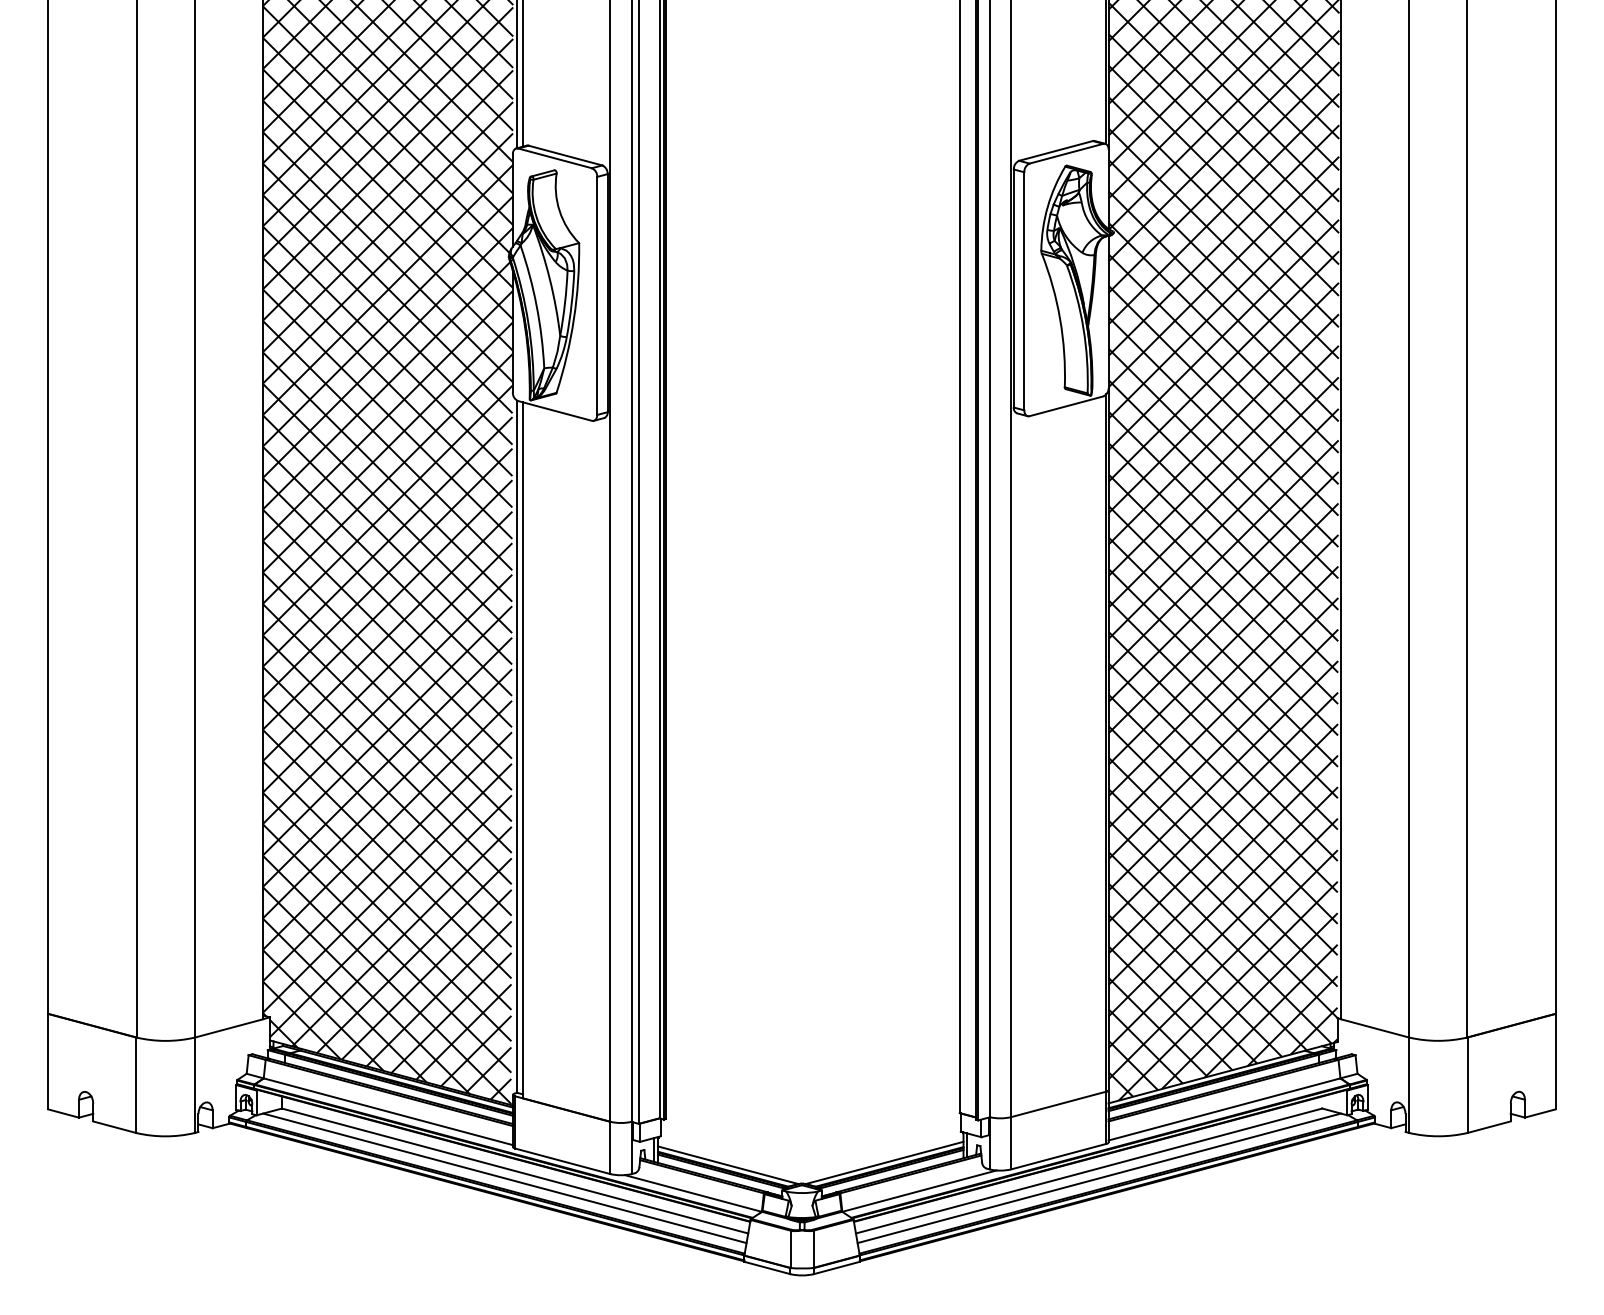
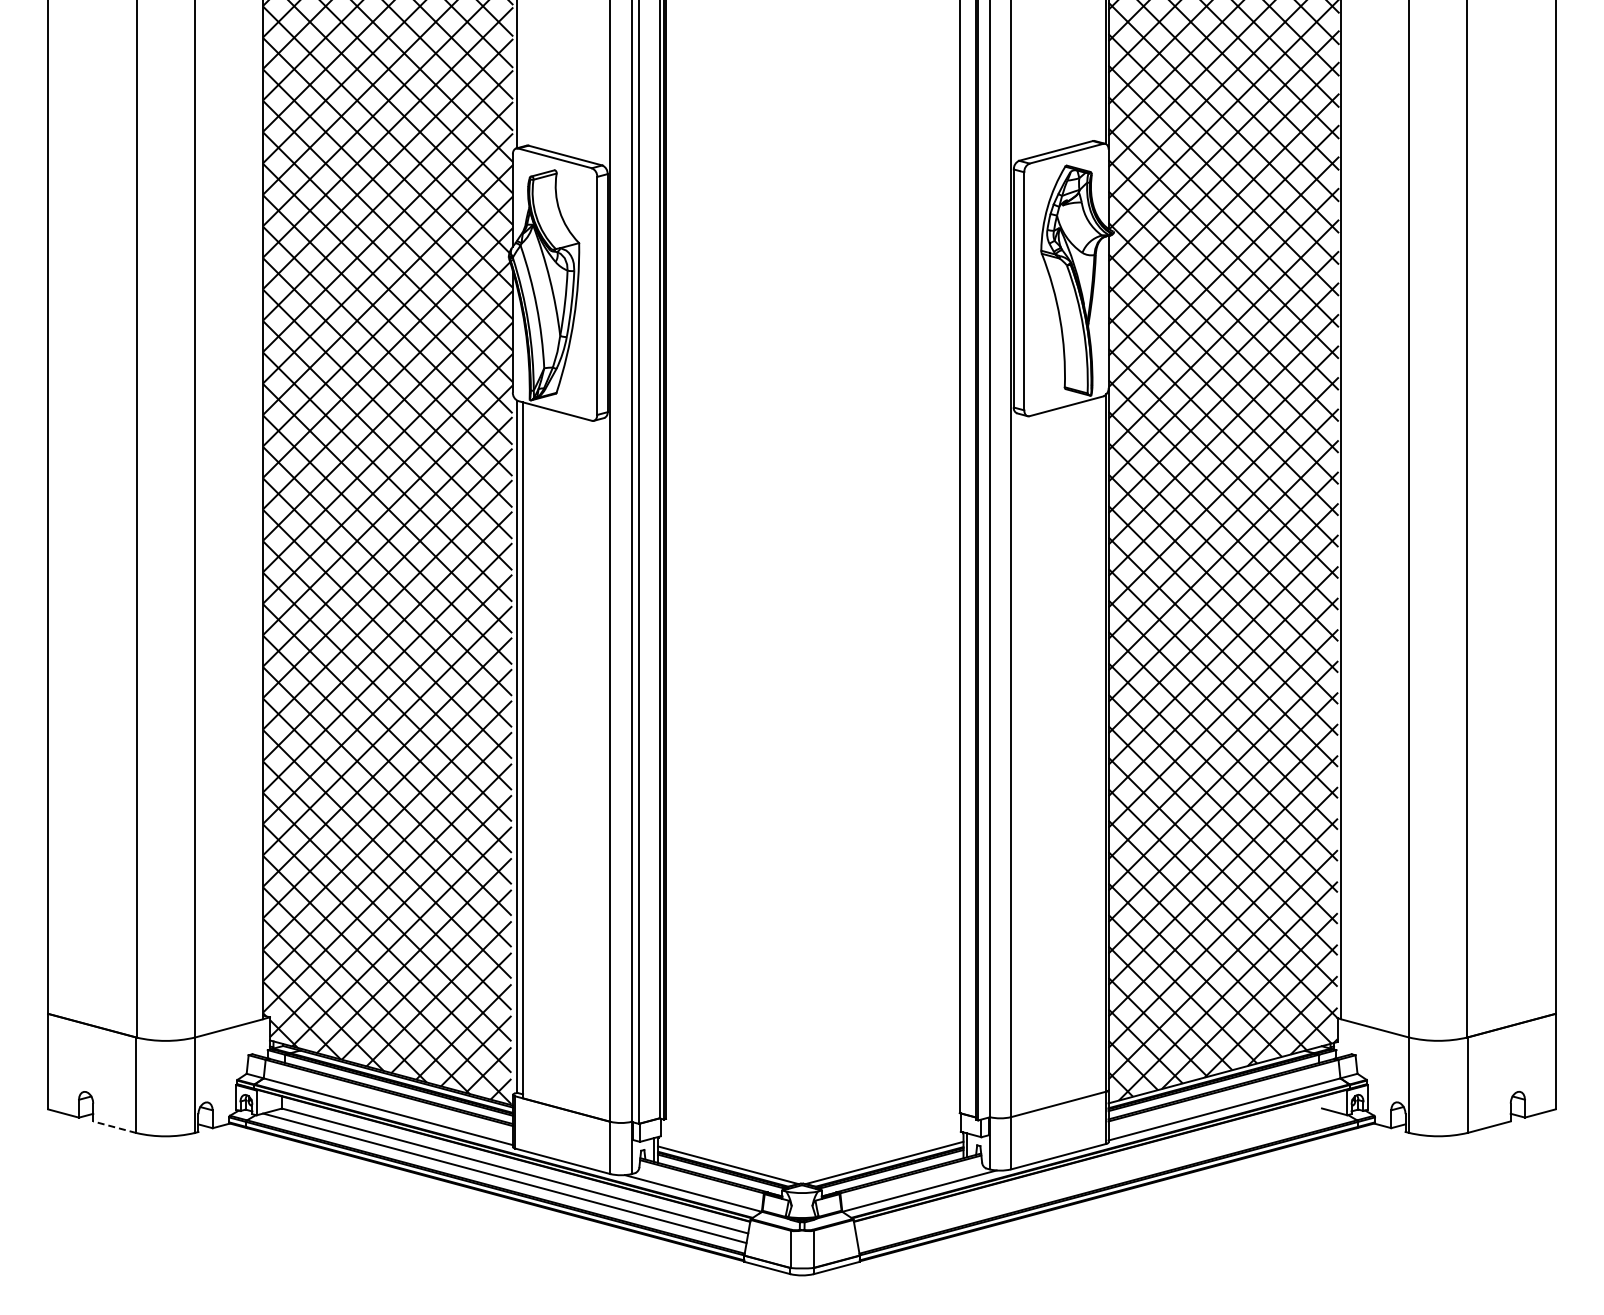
line at (523, 74): present -> none
line at (114, 1127): solid -> dashed
line at (1088, 1170): present -> none
line at (1099, 1178): present -> none
